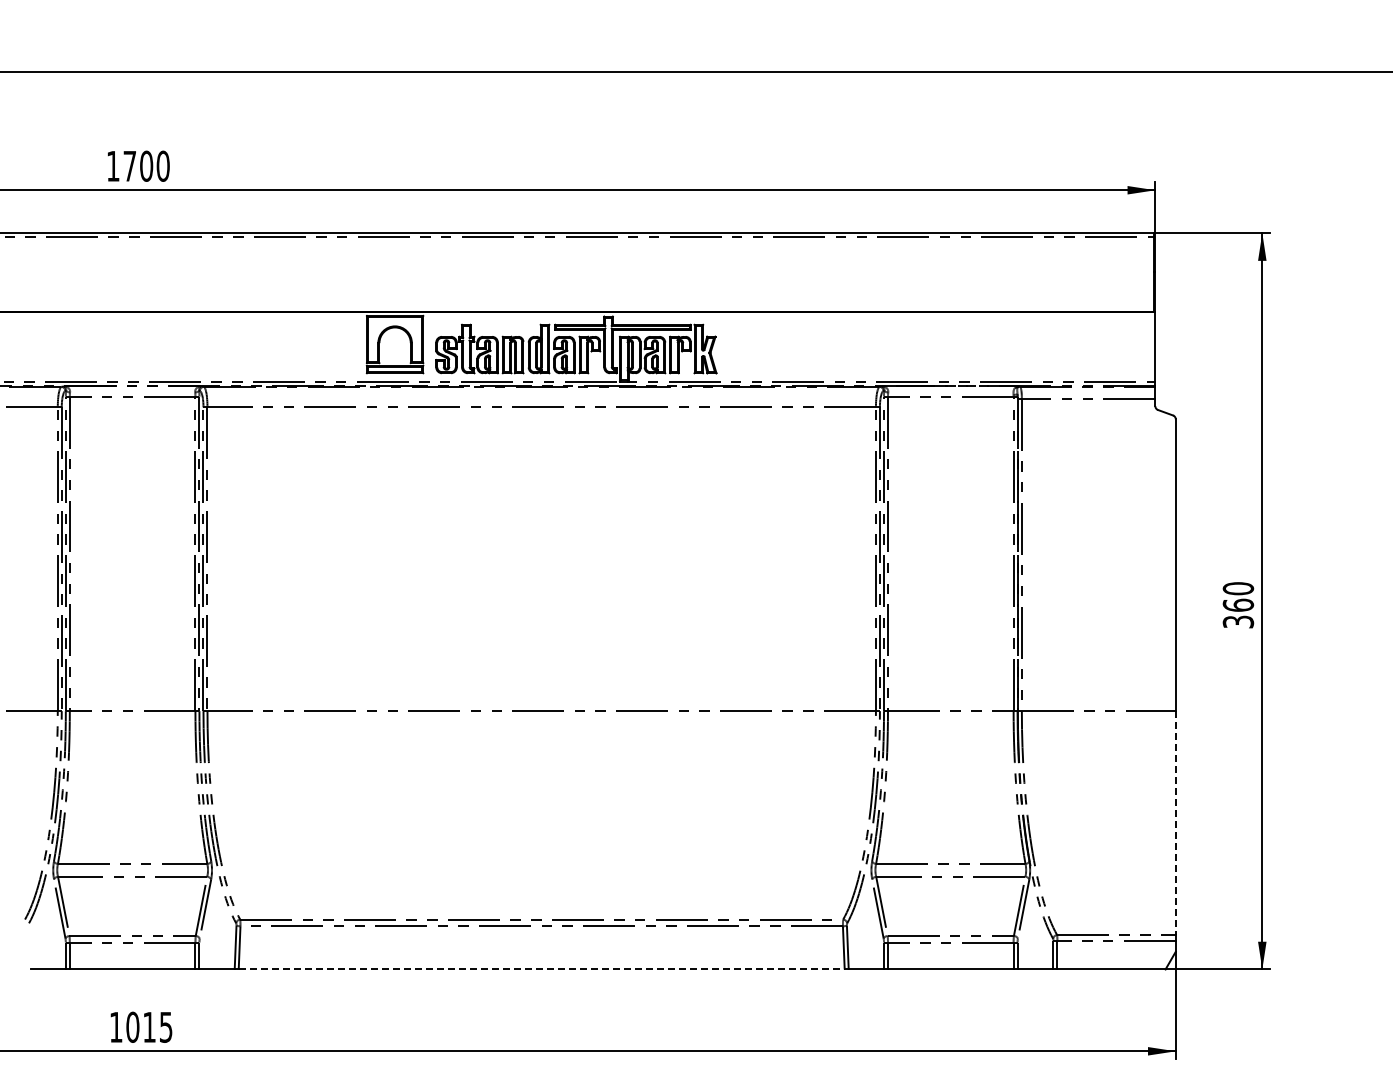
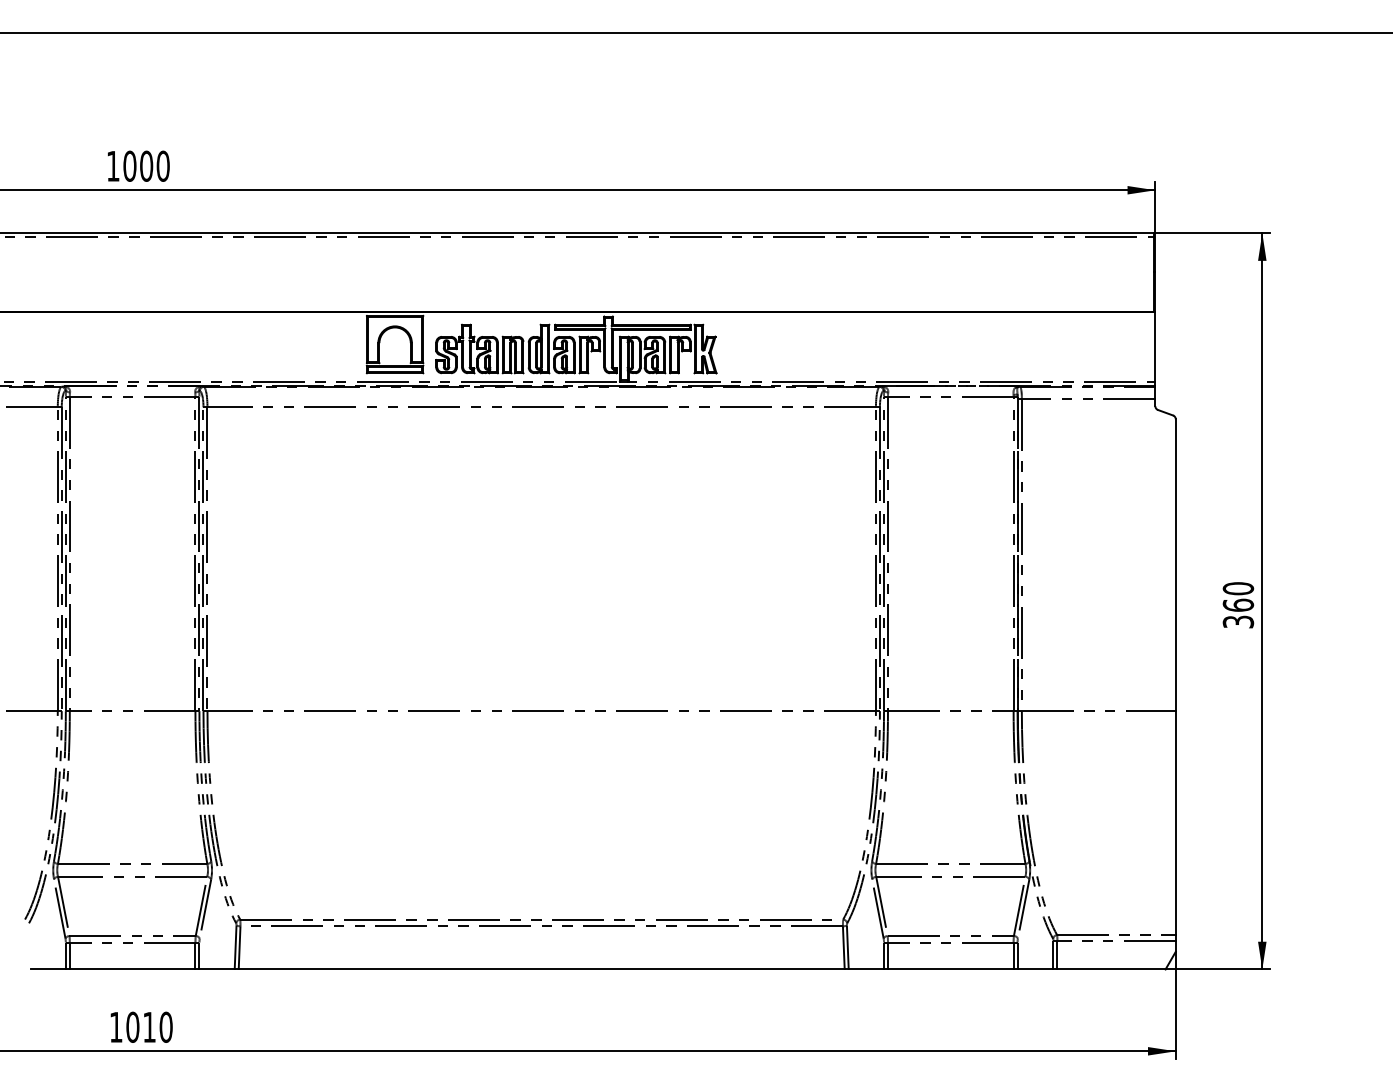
line at (695, 71) position: (695, 71) -> (695, 32)
text at (129, 165): 1700 -> 1000
line at (1175, 823): dashed -> solid
line at (541, 969): dashed -> solid
text at (165, 1026): 1015 -> 1010
